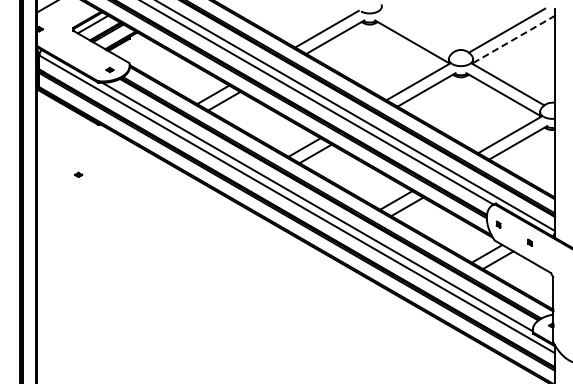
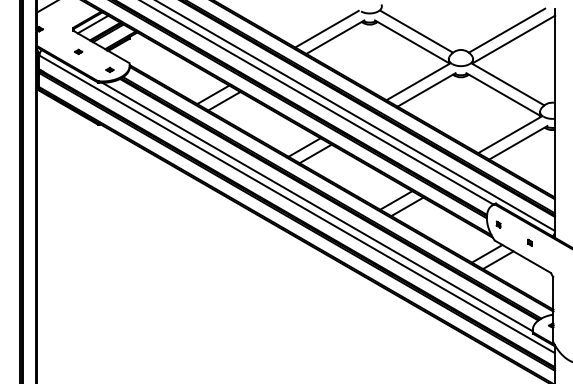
line at (416, 31): none -> present
line at (514, 39): dashed -> solid
part at (78, 174) position: (78, 174) -> (78, 51)
